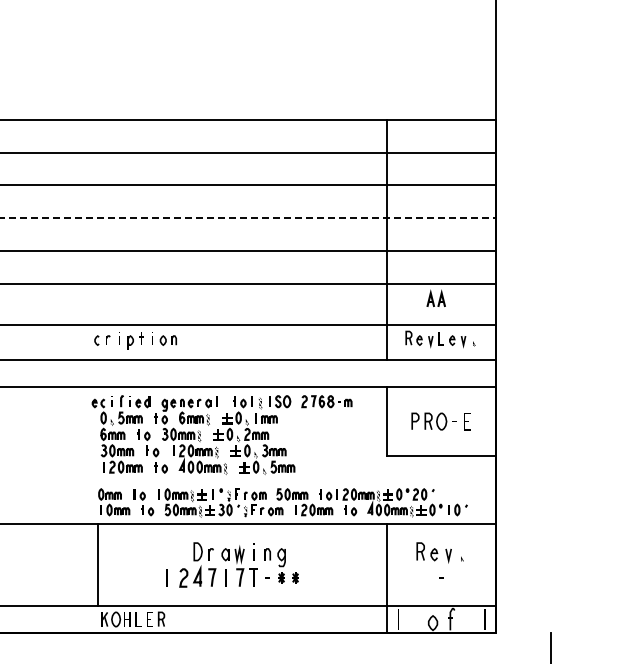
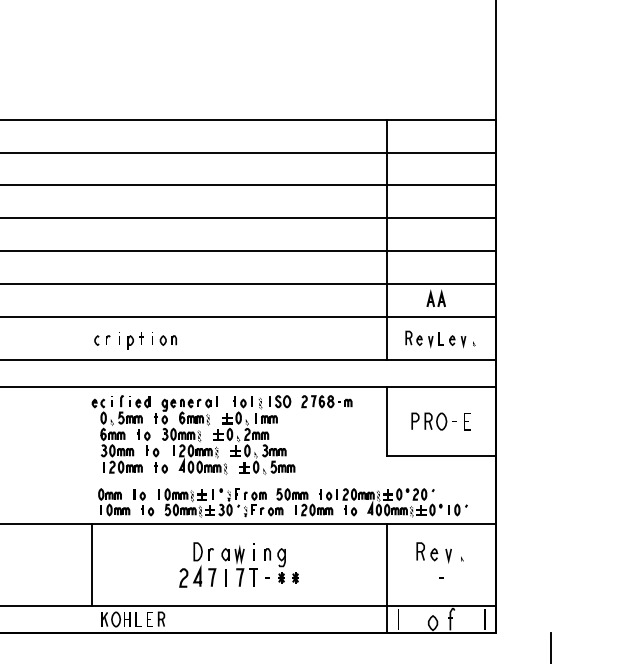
line at (248, 218): dashed -> solid
line at (249, 324) position: (249, 324) -> (249, 316)
line at (98, 564) position: (98, 564) -> (92, 564)
line at (166, 577): present -> none
